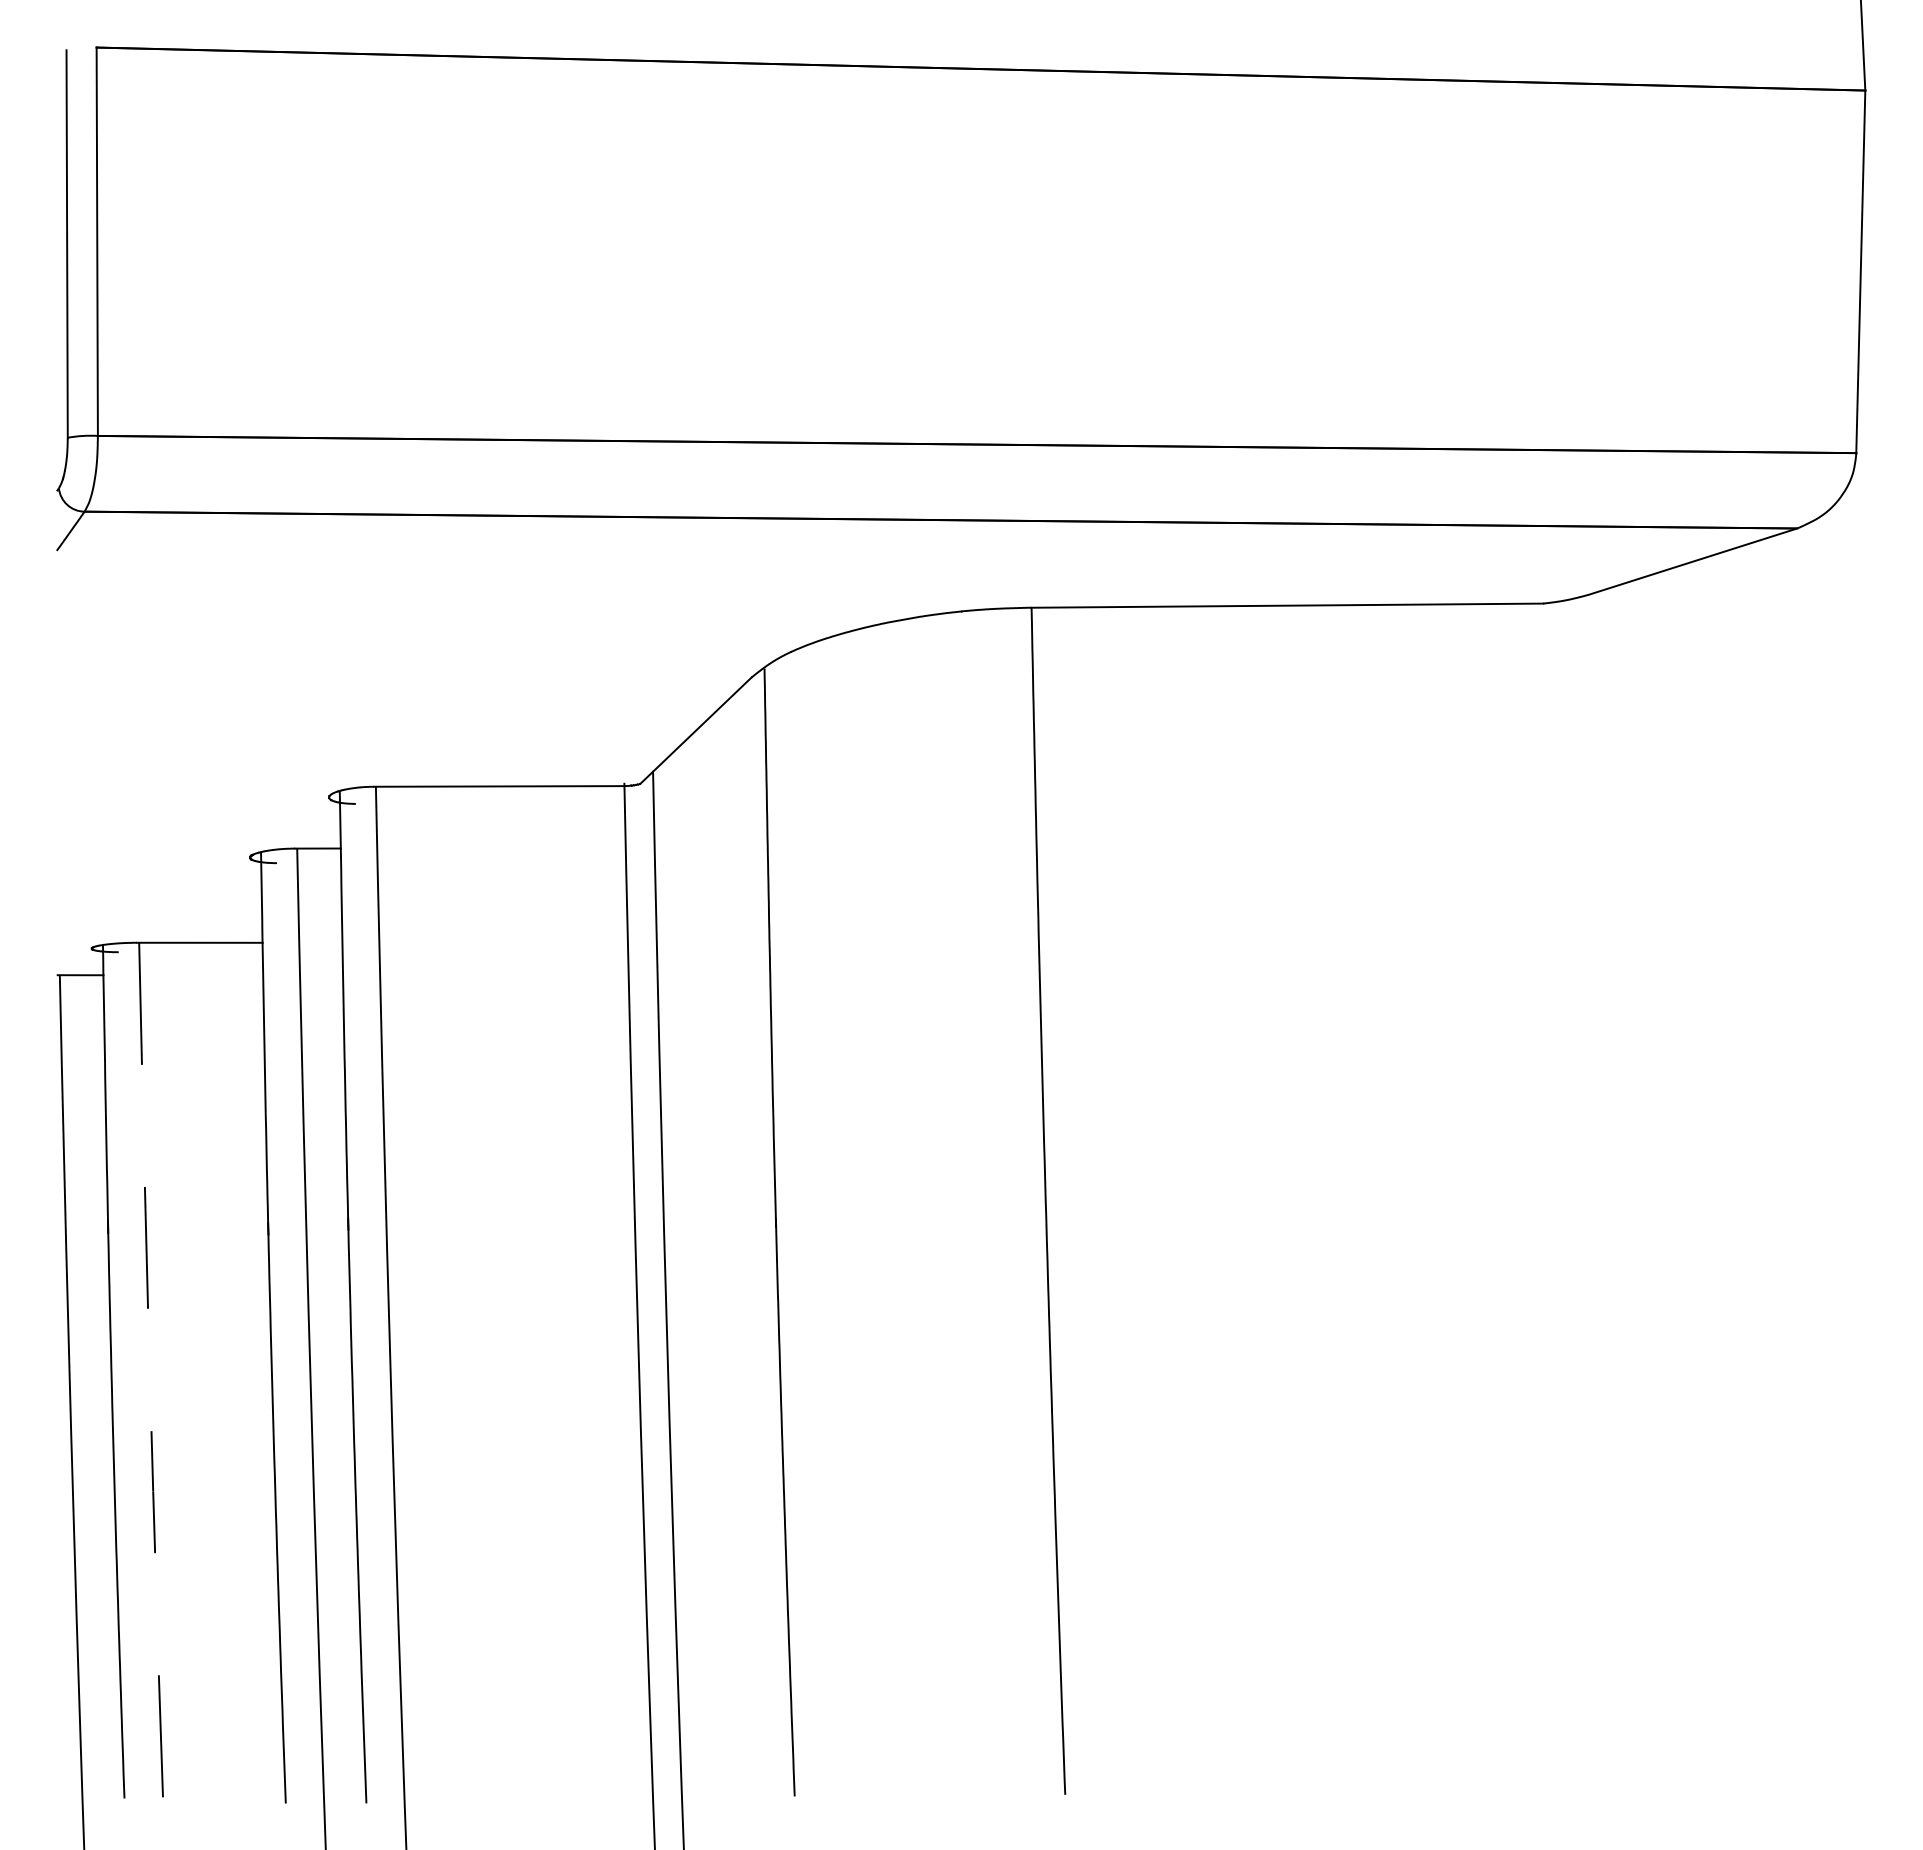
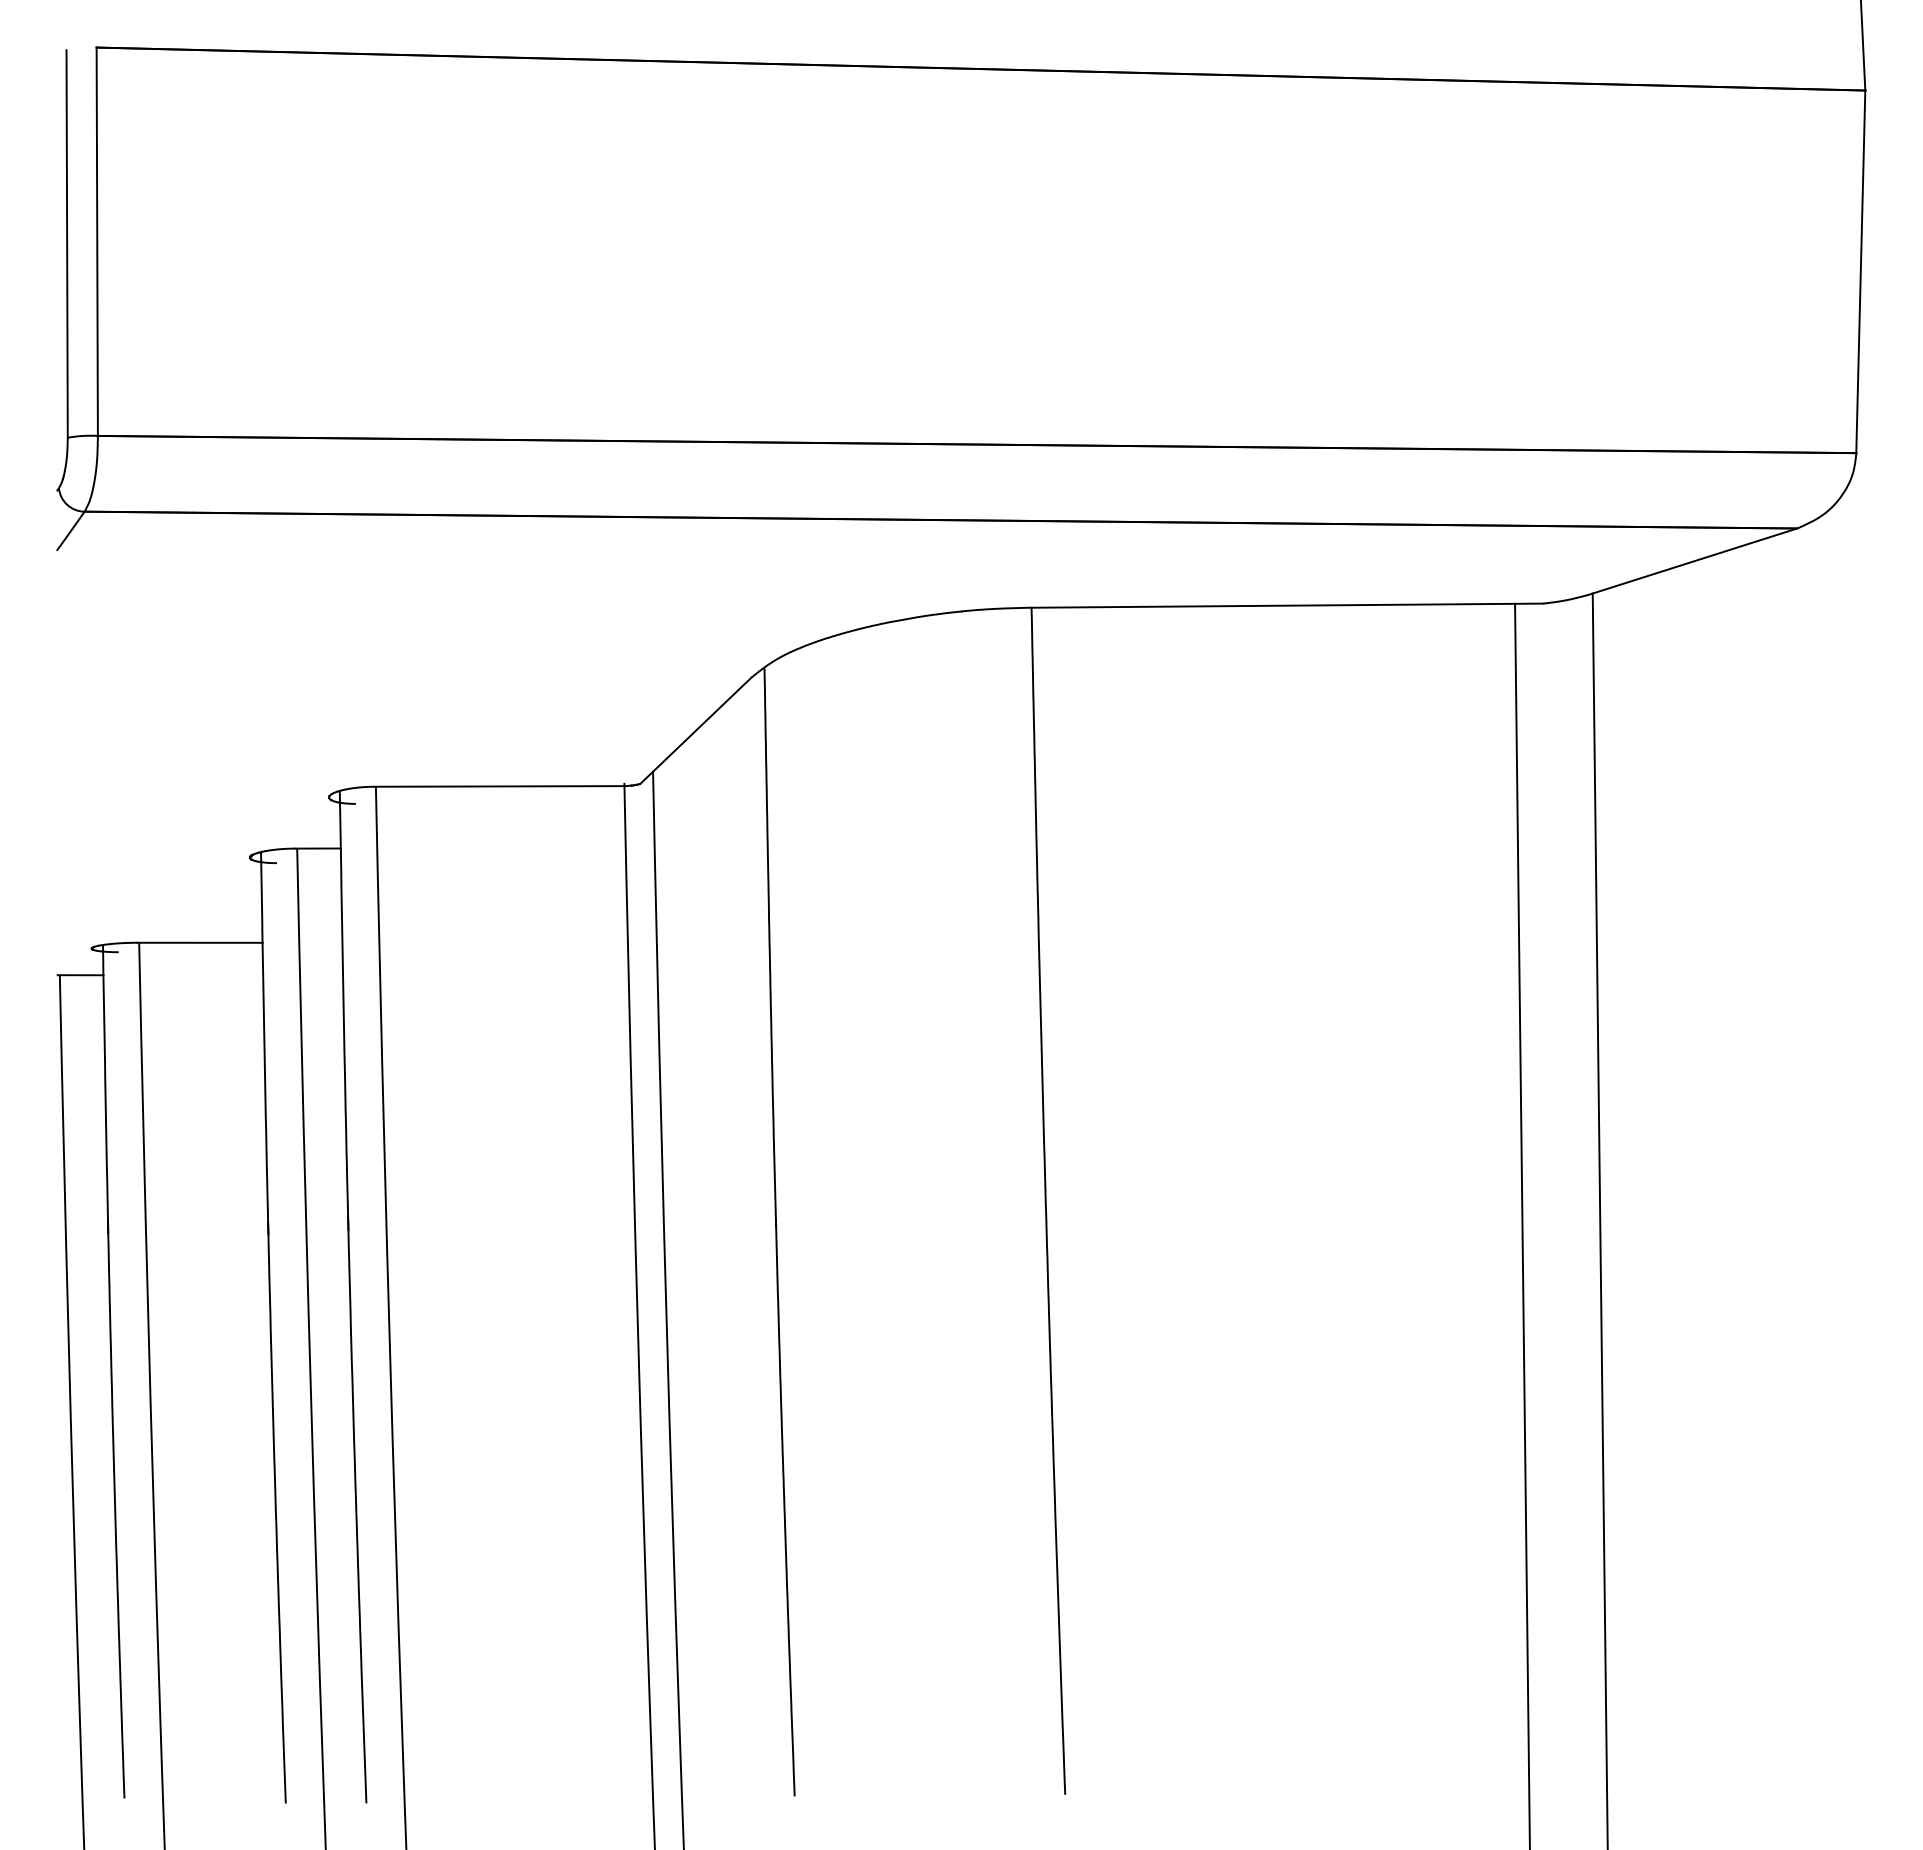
line at (1599, 1219): none -> present
line at (1522, 1224): none -> present
arc at (150, 1396): dashed -> solid
